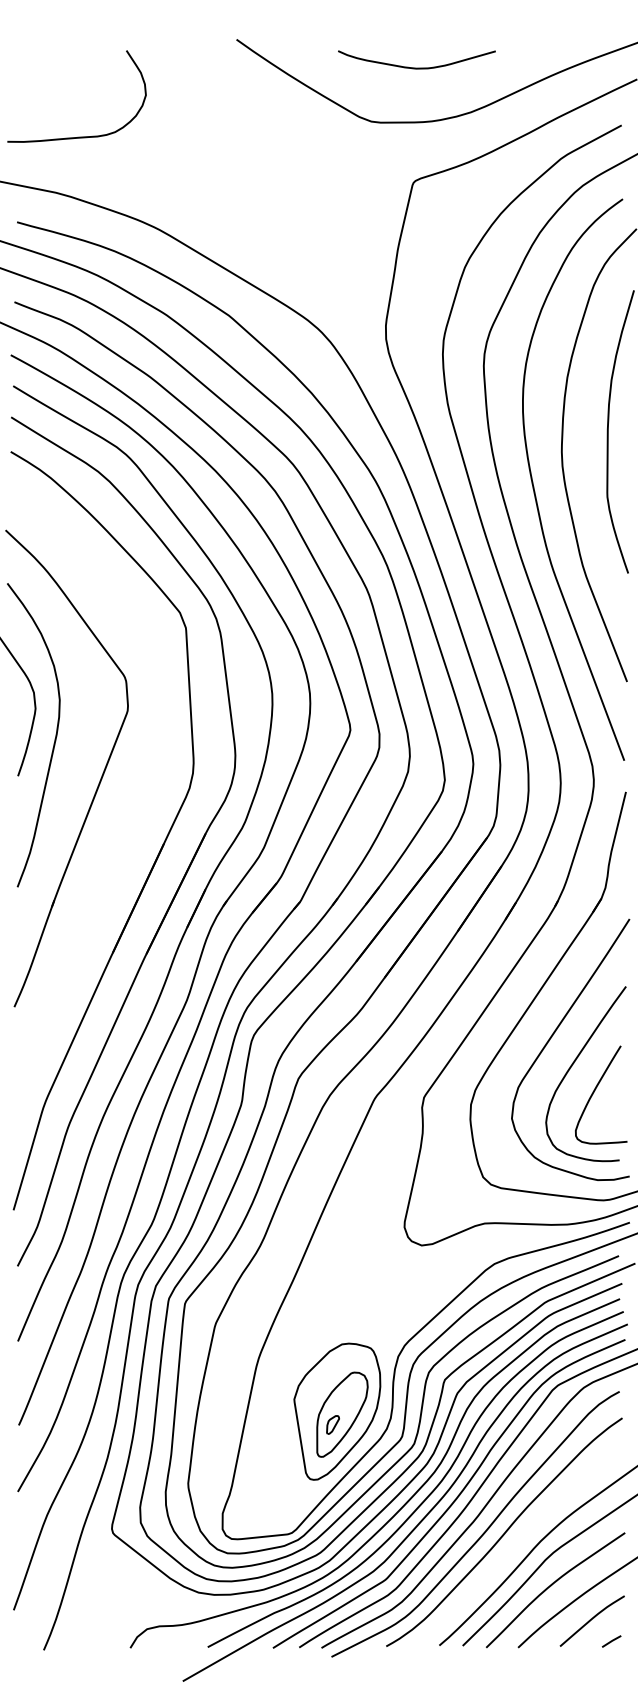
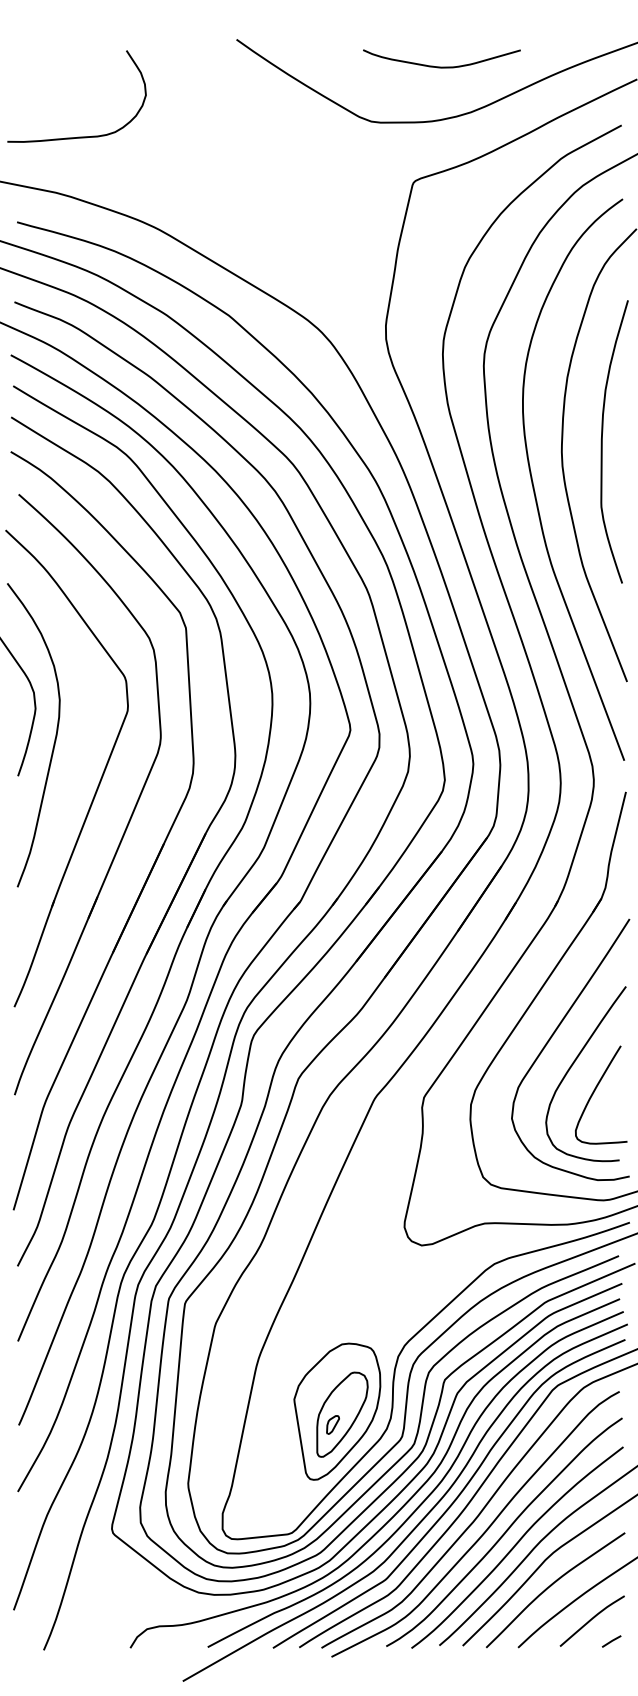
curve at (416, 67) position: (416, 67) -> (441, 66)
curve at (608, 431) position: (608, 431) -> (602, 441)
part at (130, 815): none -> present
curve at (516, 1545): none -> present
